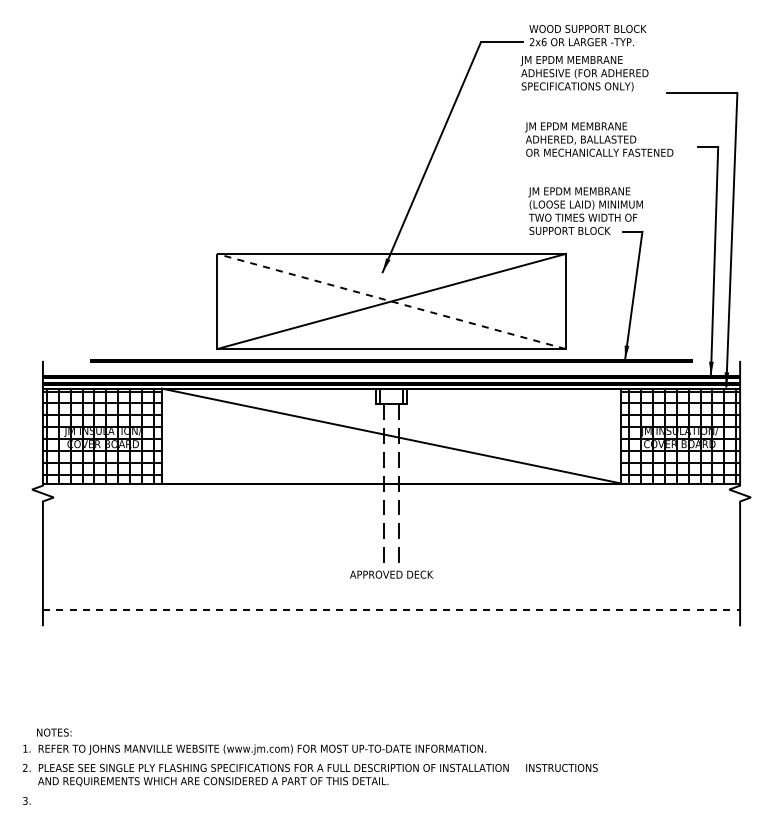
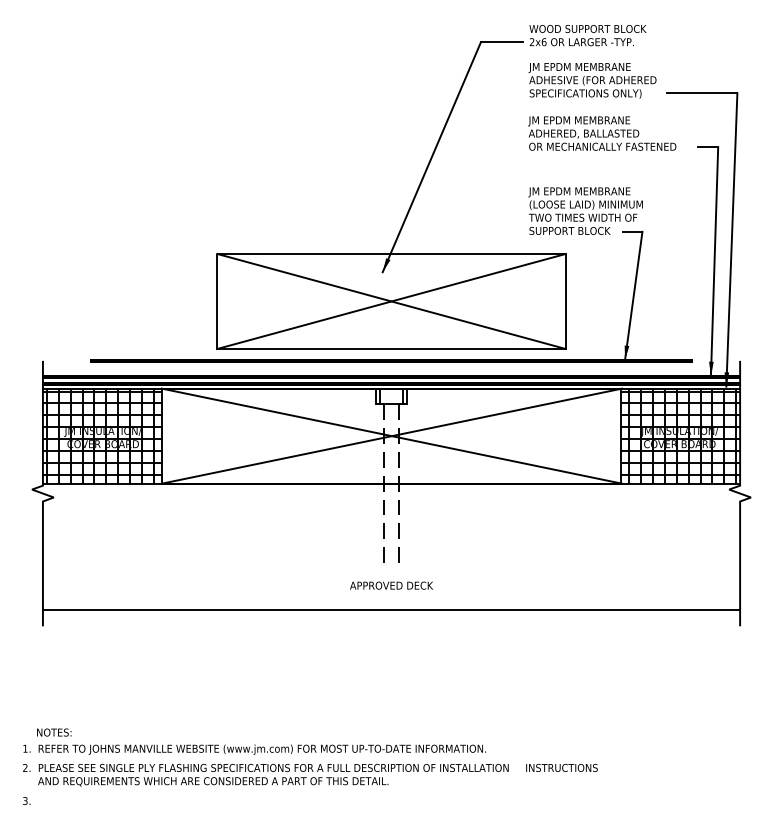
text at (584, 73) position: (584, 73) -> (592, 80)
text at (599, 139) position: (599, 139) -> (602, 133)
line at (391, 301): dashed -> solid
line at (391, 435): none -> present
text at (391, 574) position: (391, 574) -> (391, 585)
line at (391, 610): dashed -> solid
